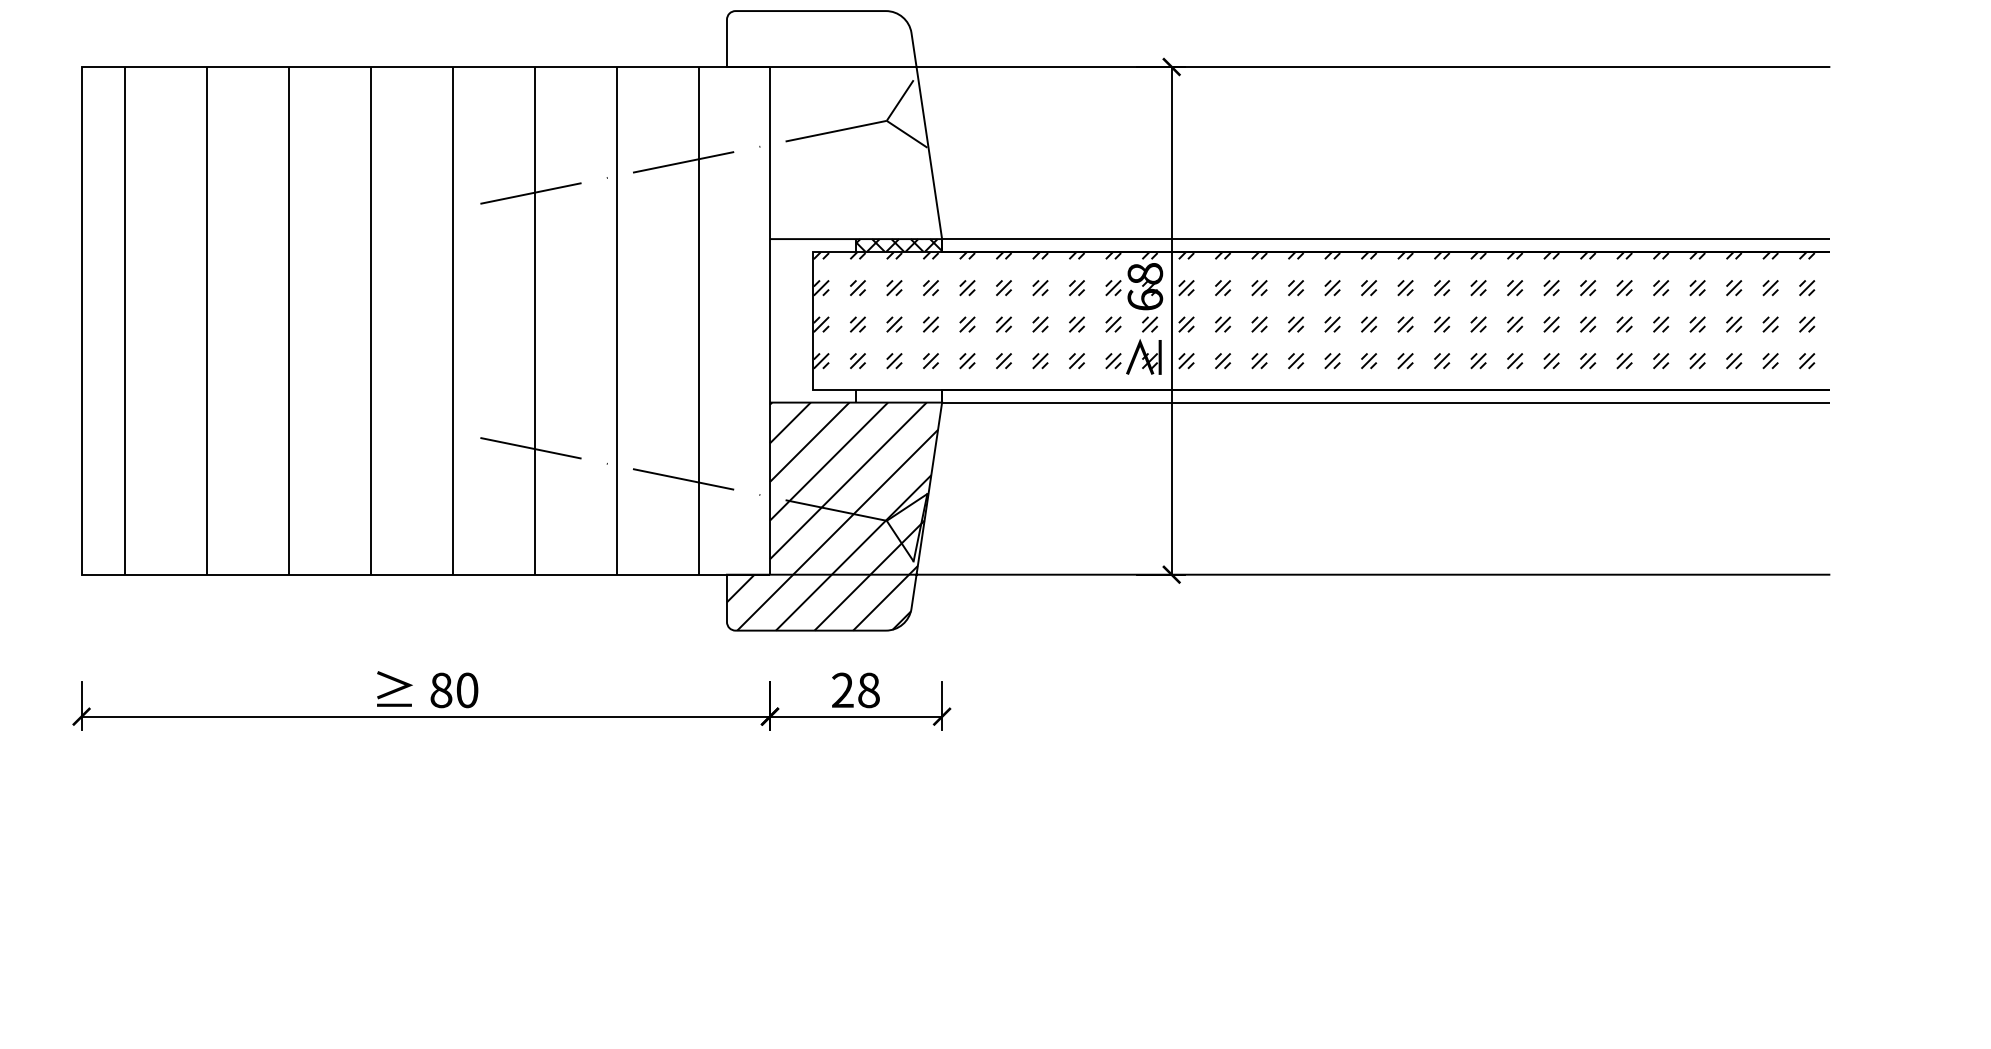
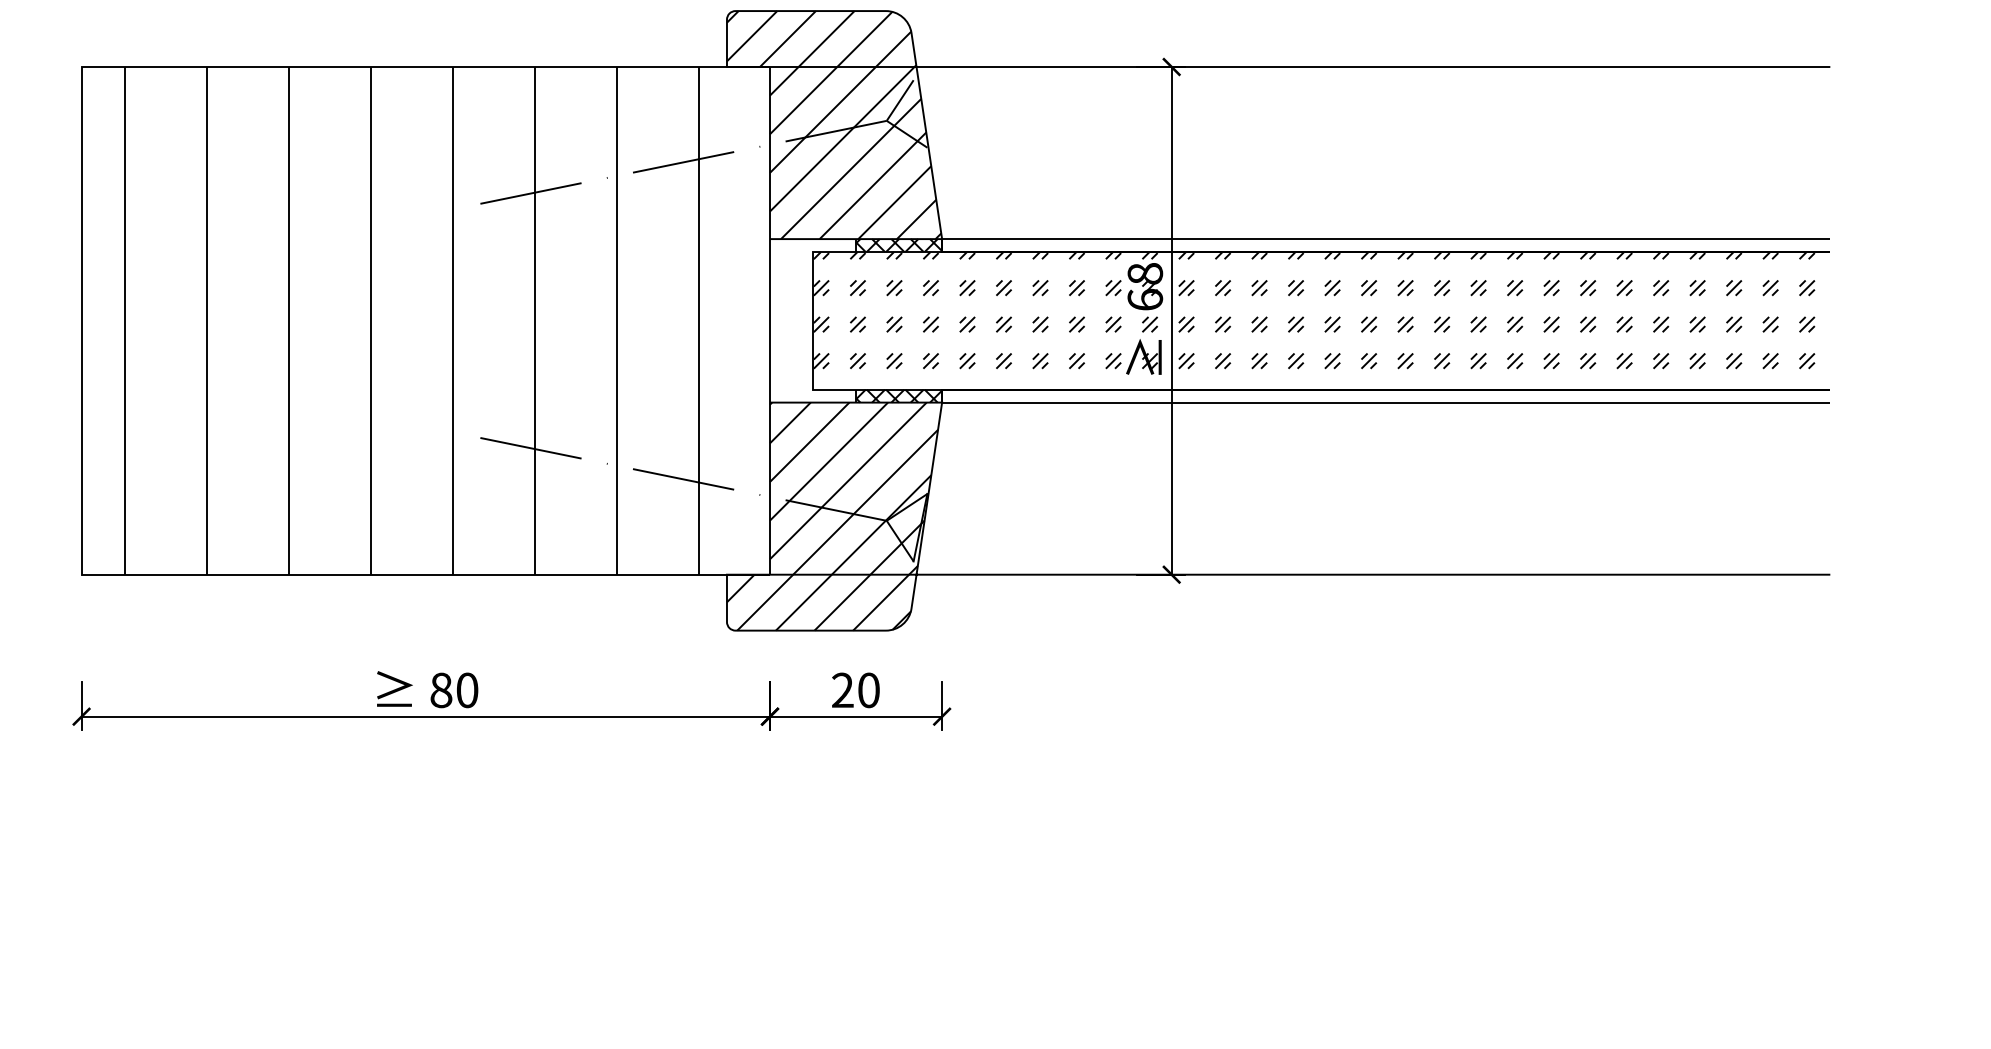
hatch at (833, 125): none -> present
hatch at (899, 395): none -> present
text at (868, 690): 28 -> 20
